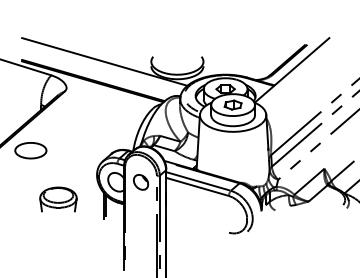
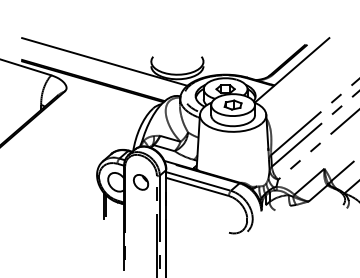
part at (30, 150): present -> none
part at (58, 199): present -> none
